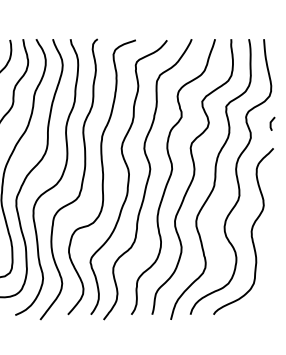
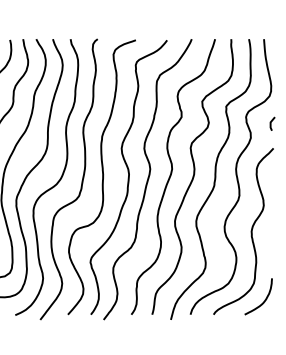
curve at (264, 299): none -> present
